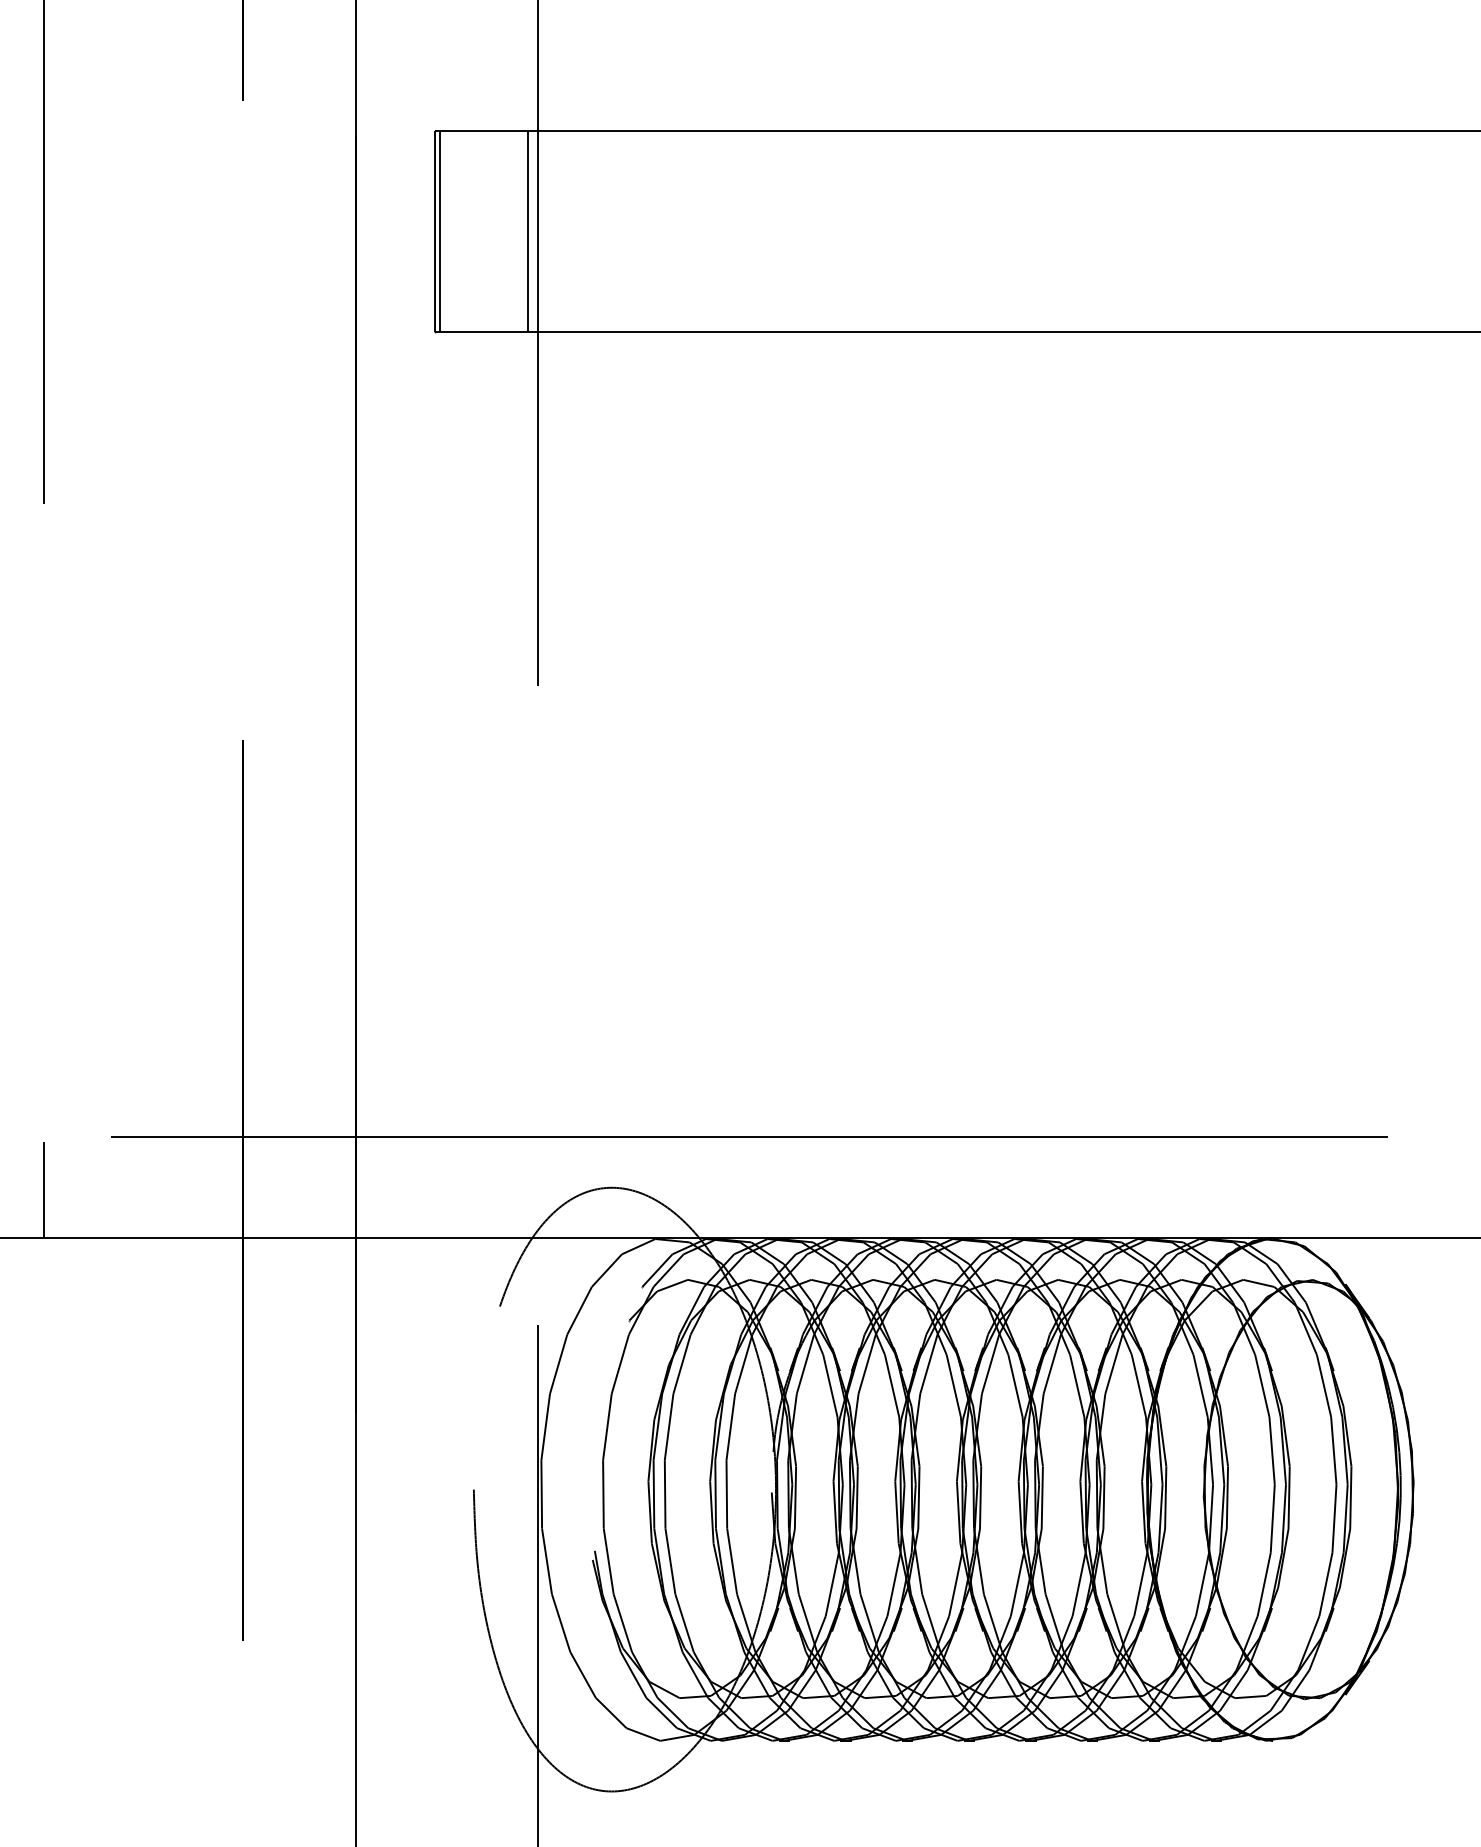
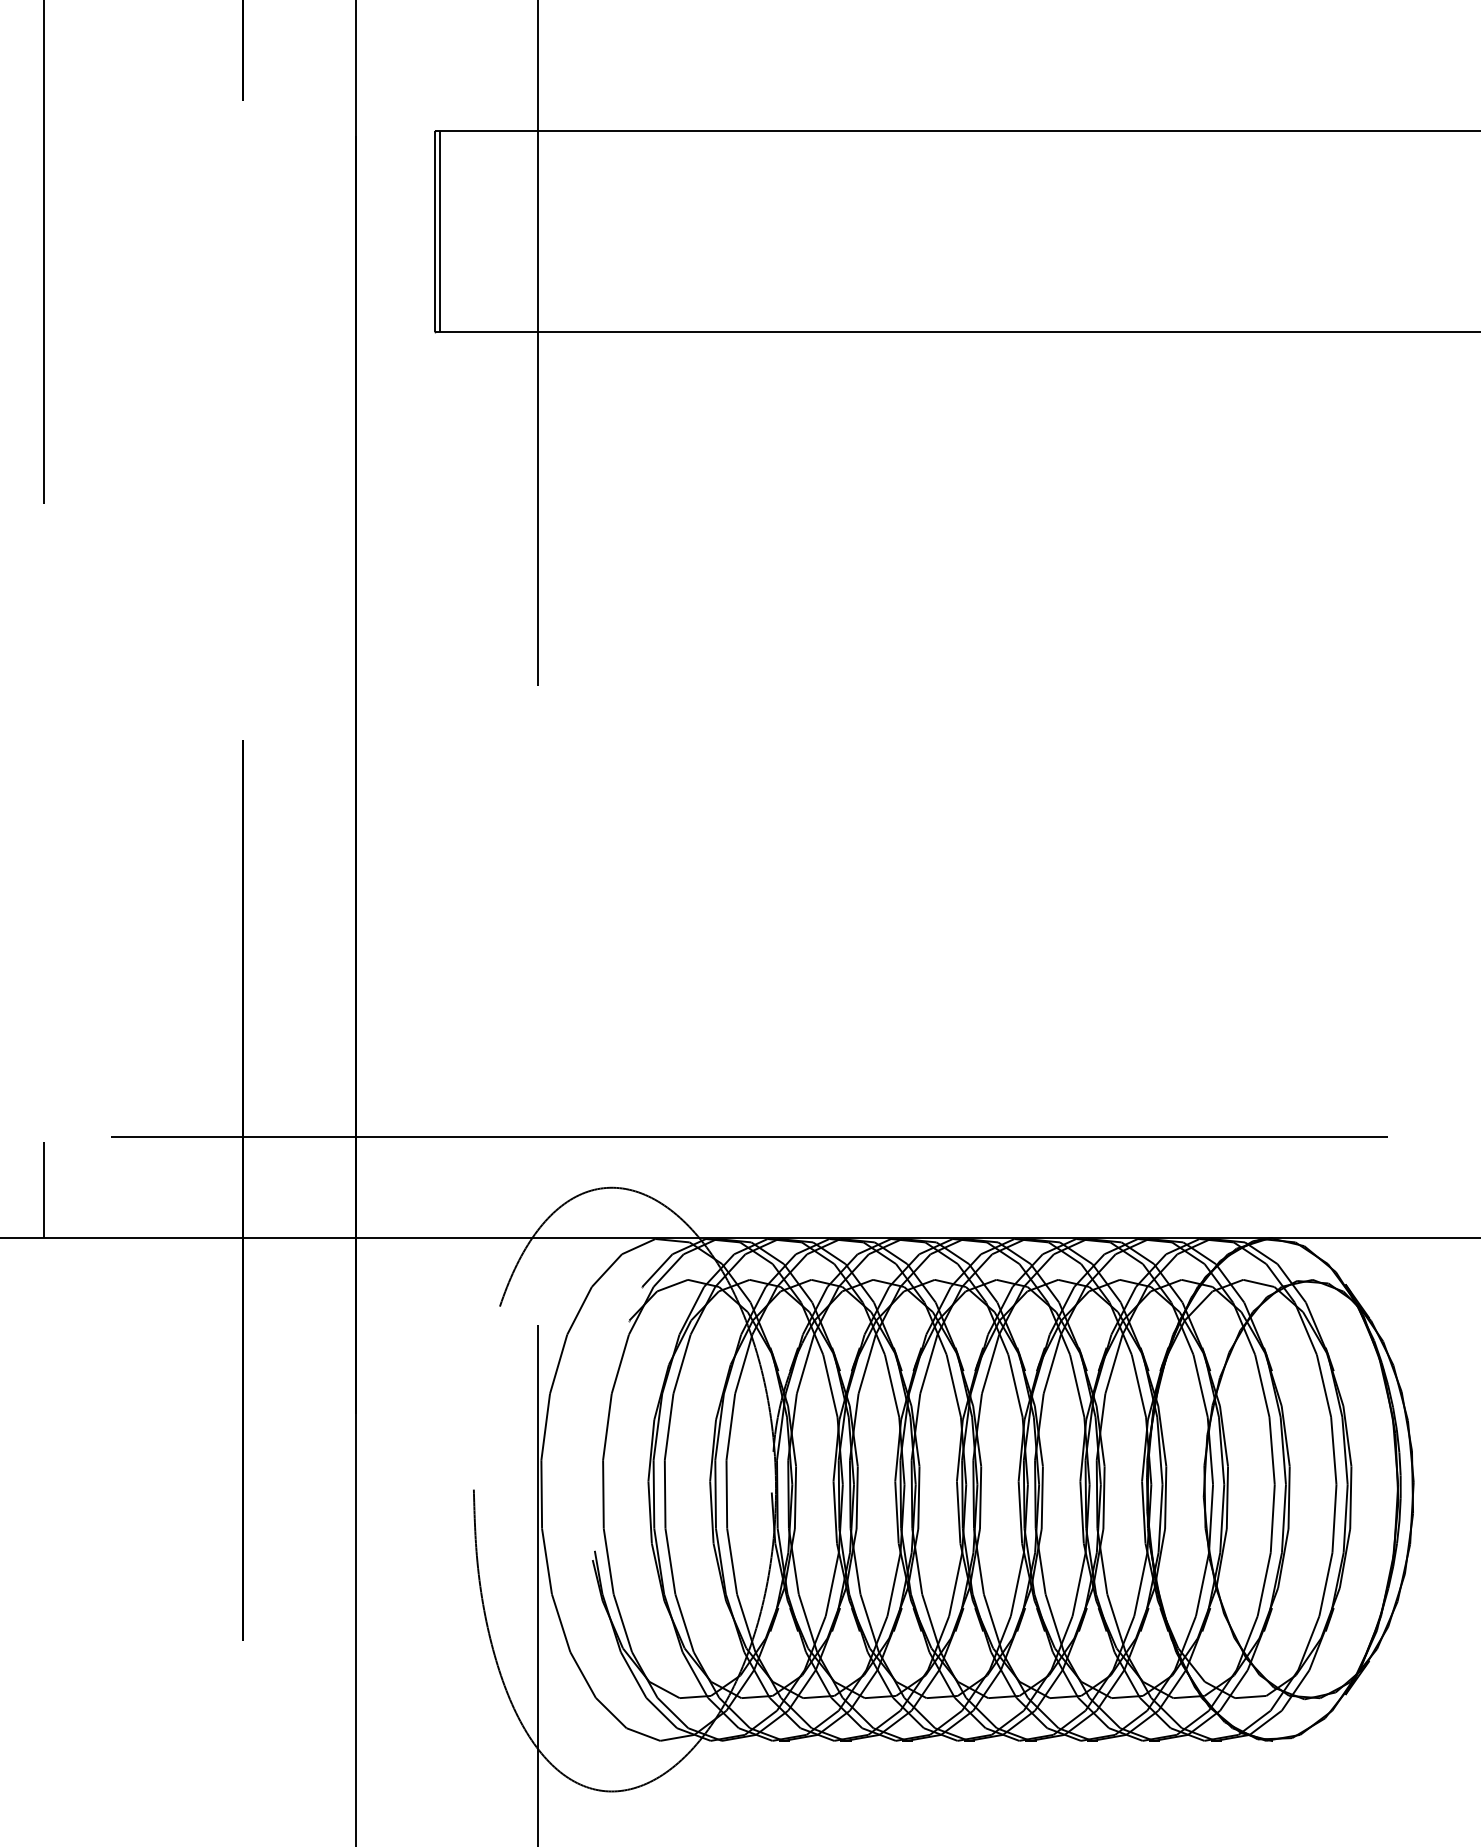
line at (528, 231): present -> none
